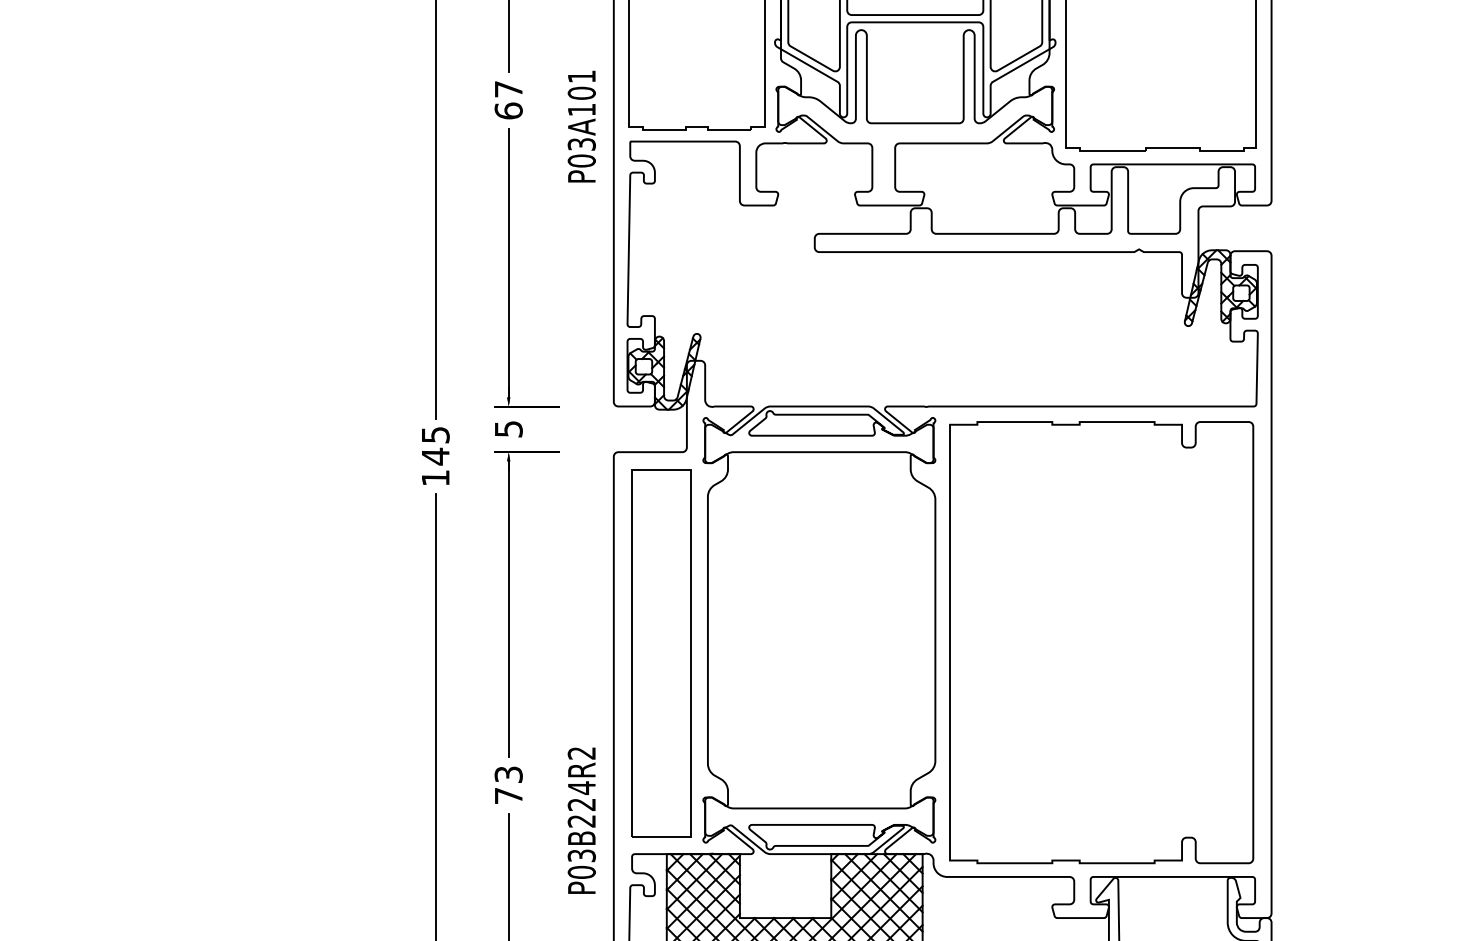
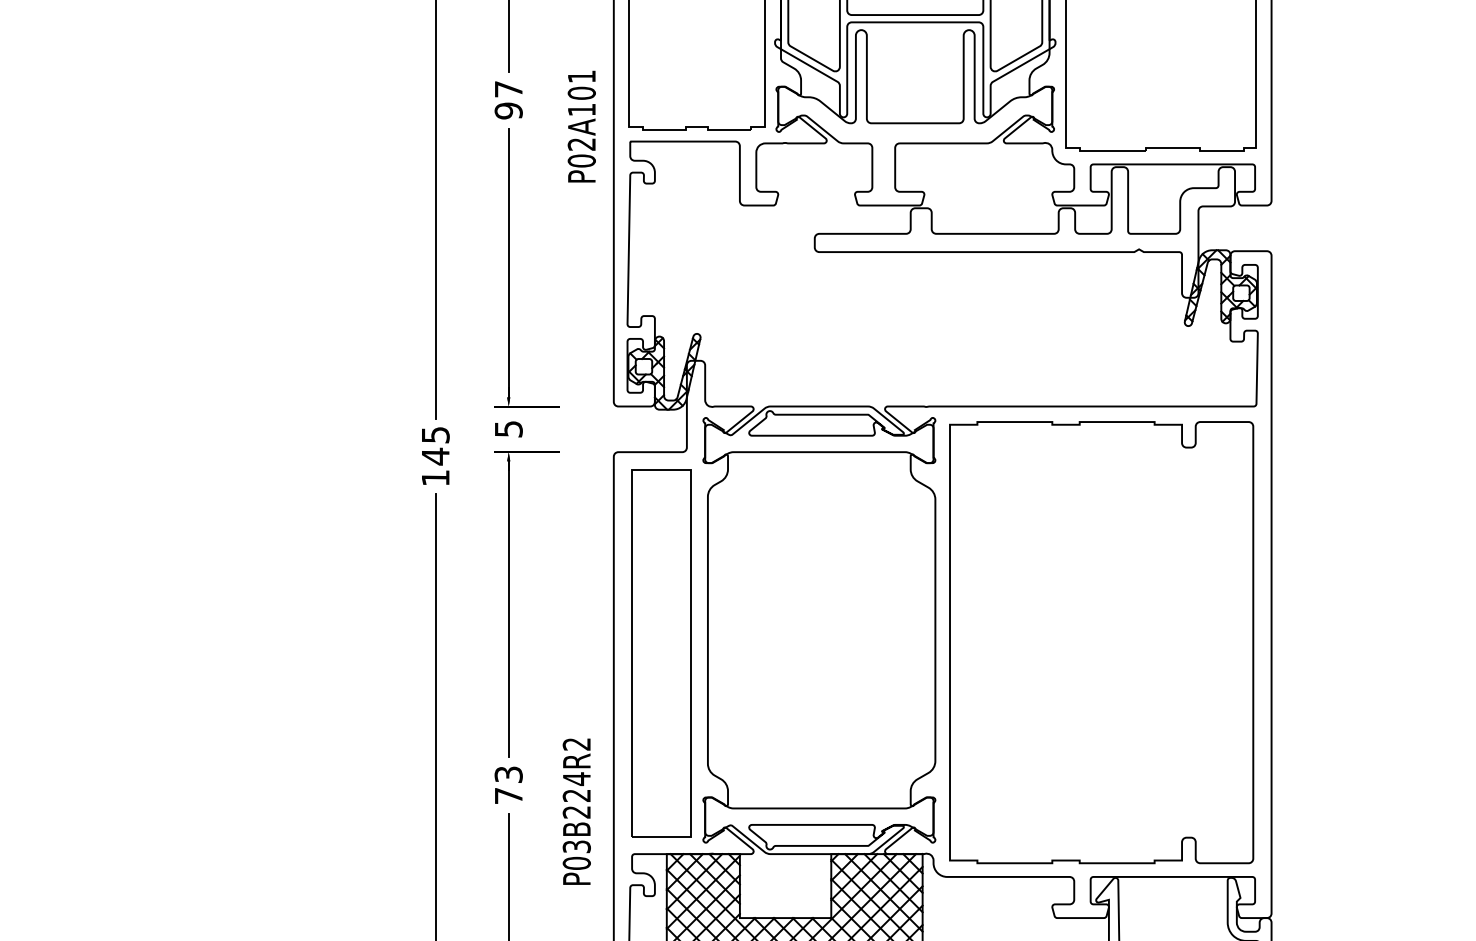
text at (508, 110): 67 -> 97
text at (581, 144): P03A101 -> P02A101
text at (581, 820) position: (581, 820) -> (576, 811)
